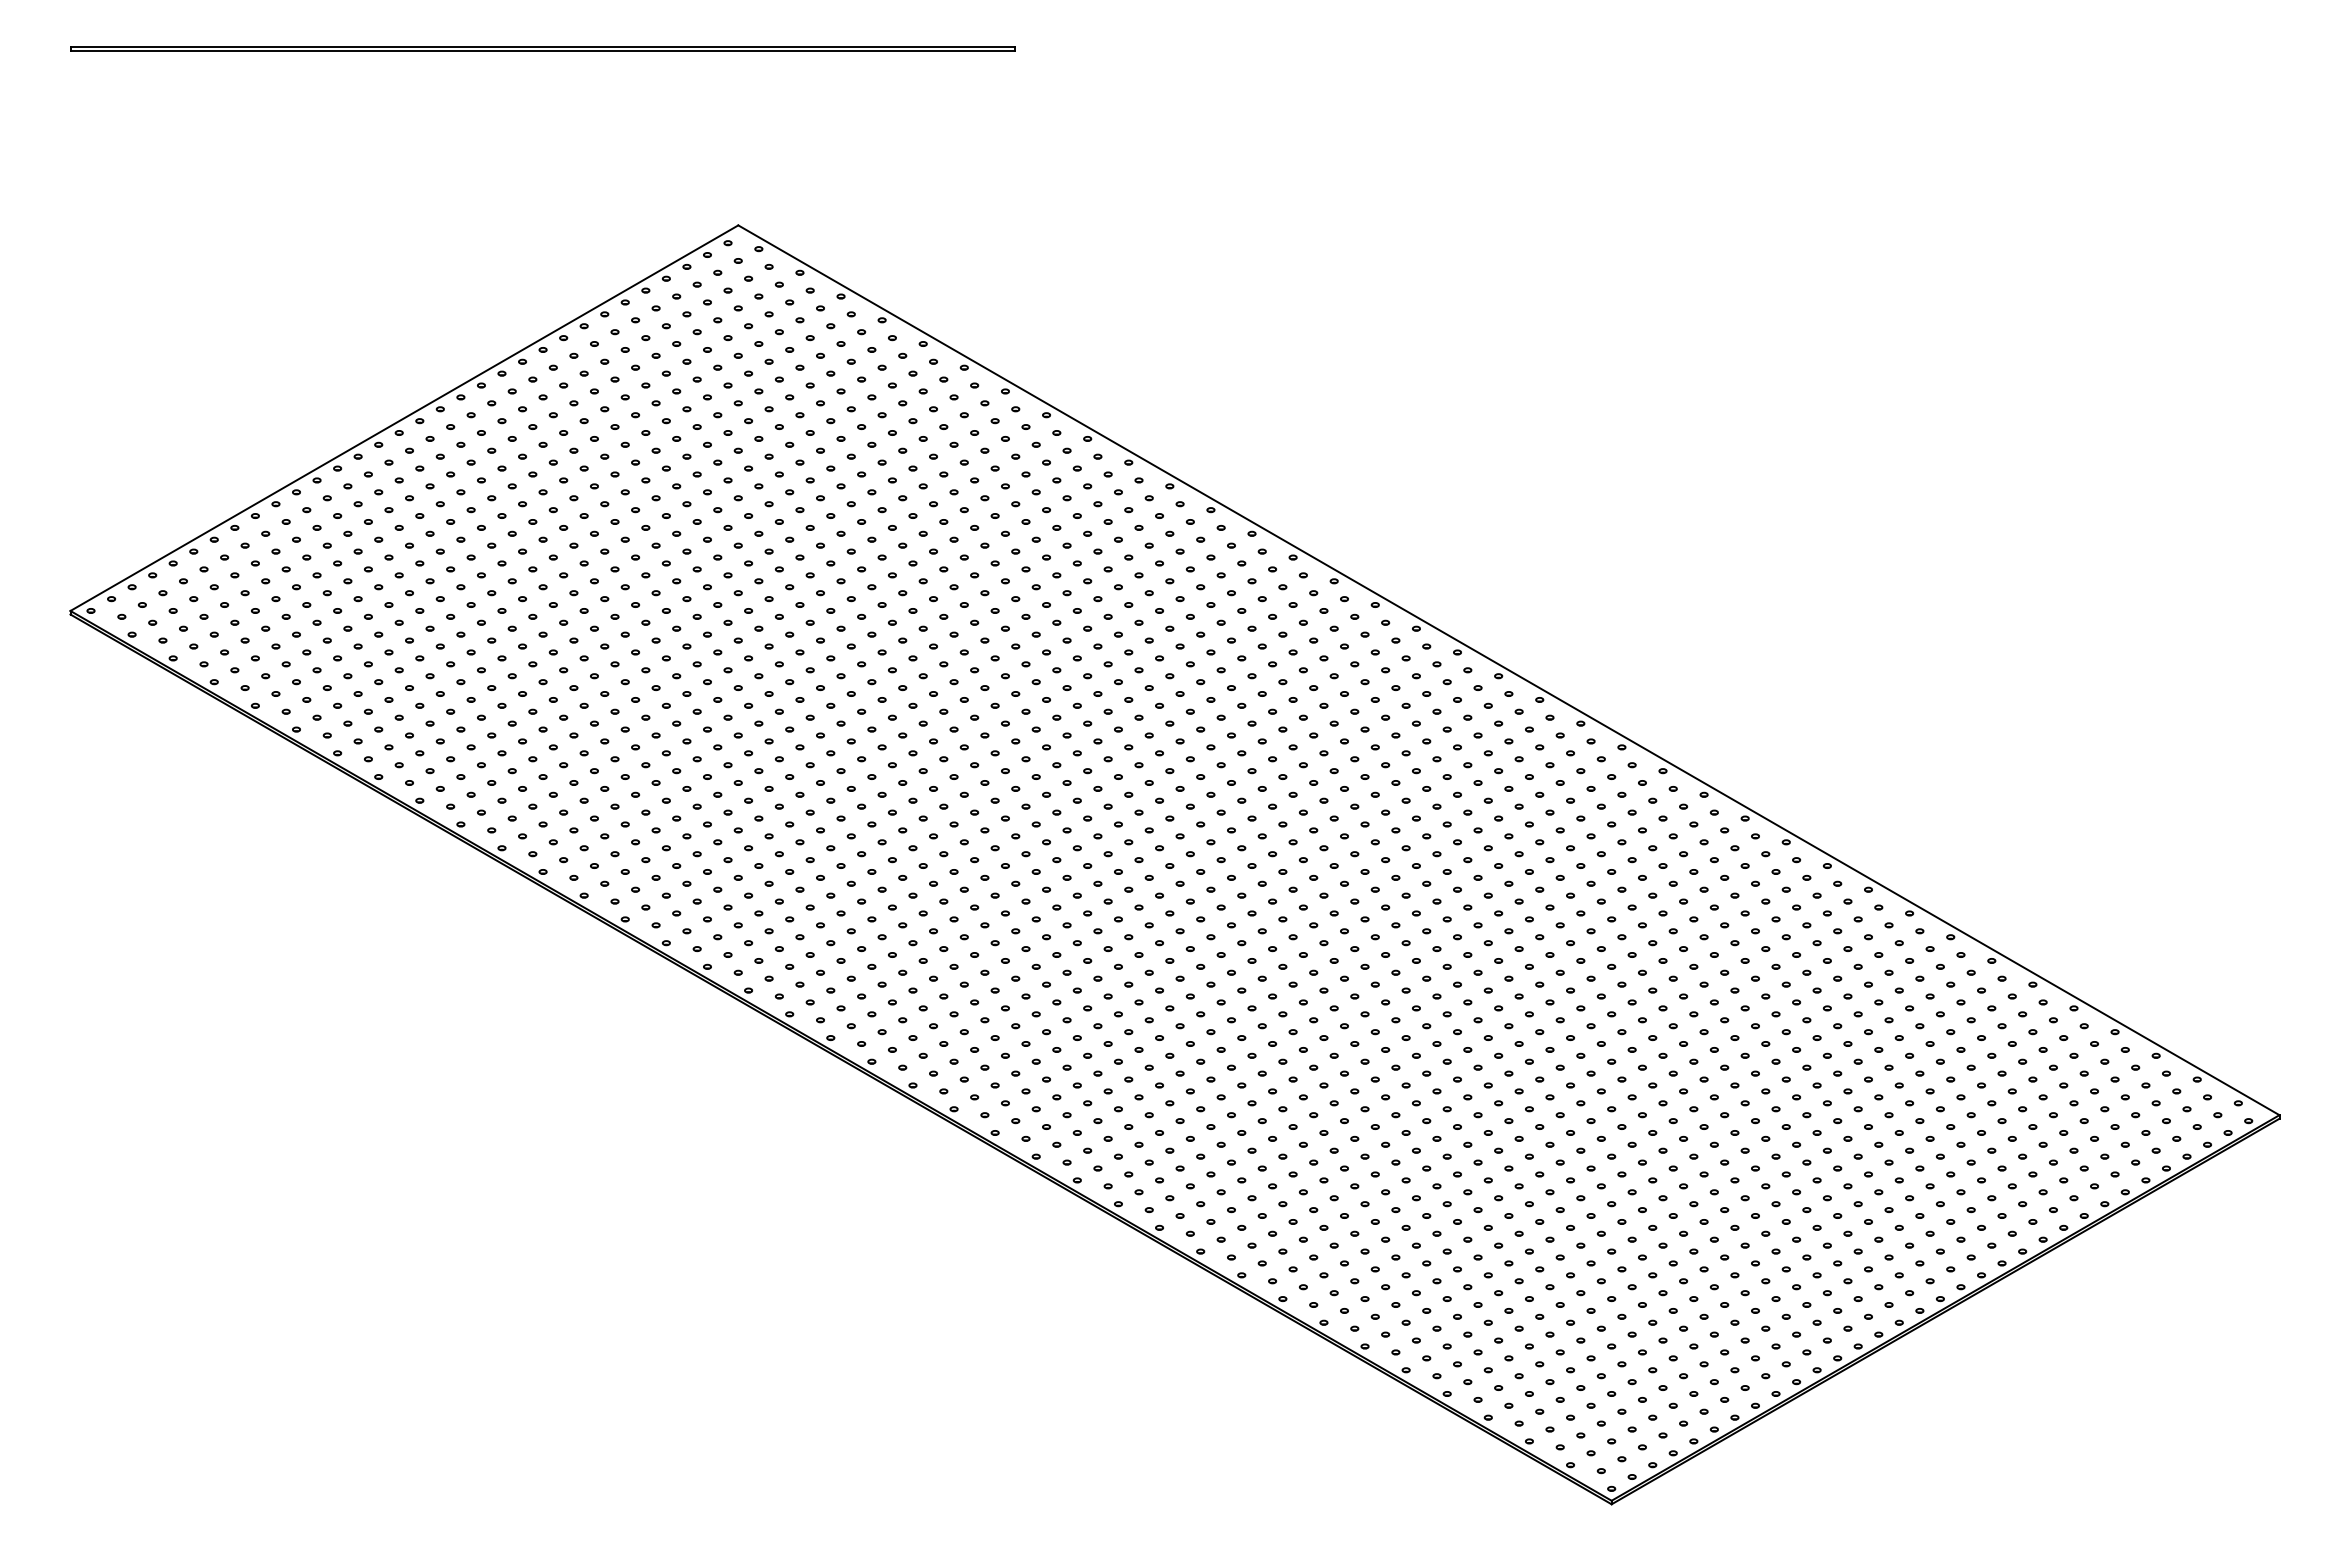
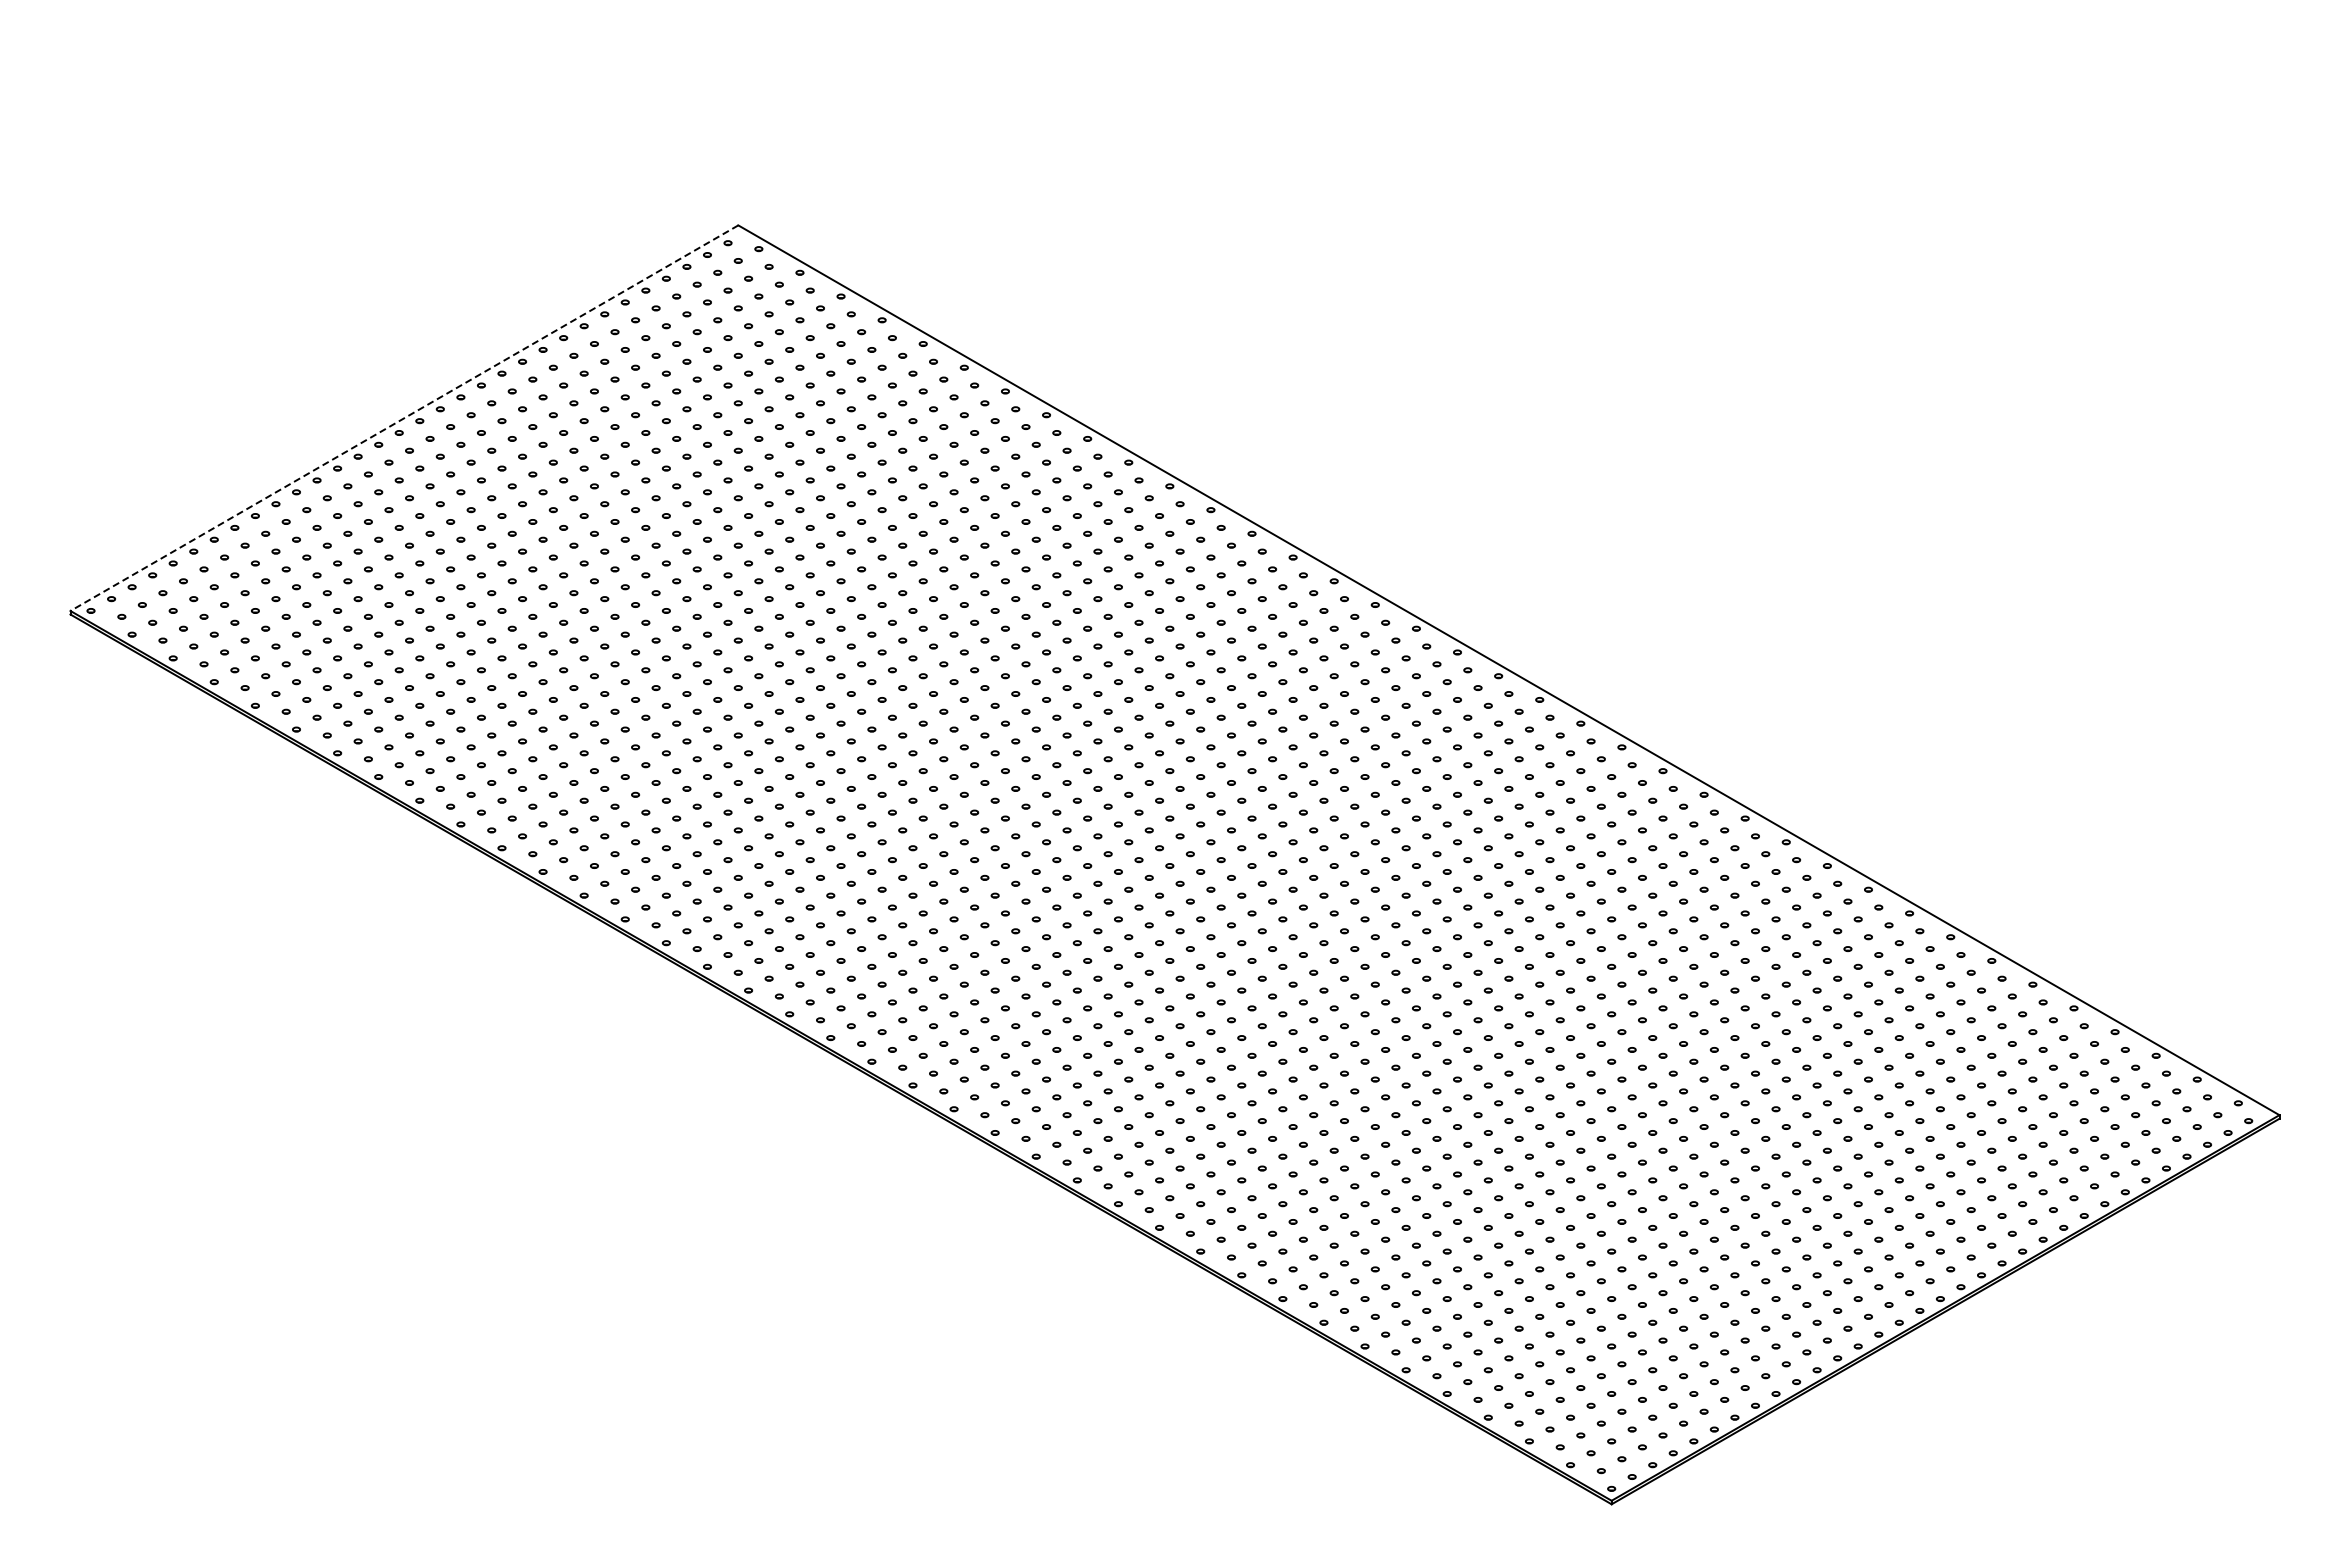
part at (542, 48): present -> none
line at (404, 418): solid -> dashed
